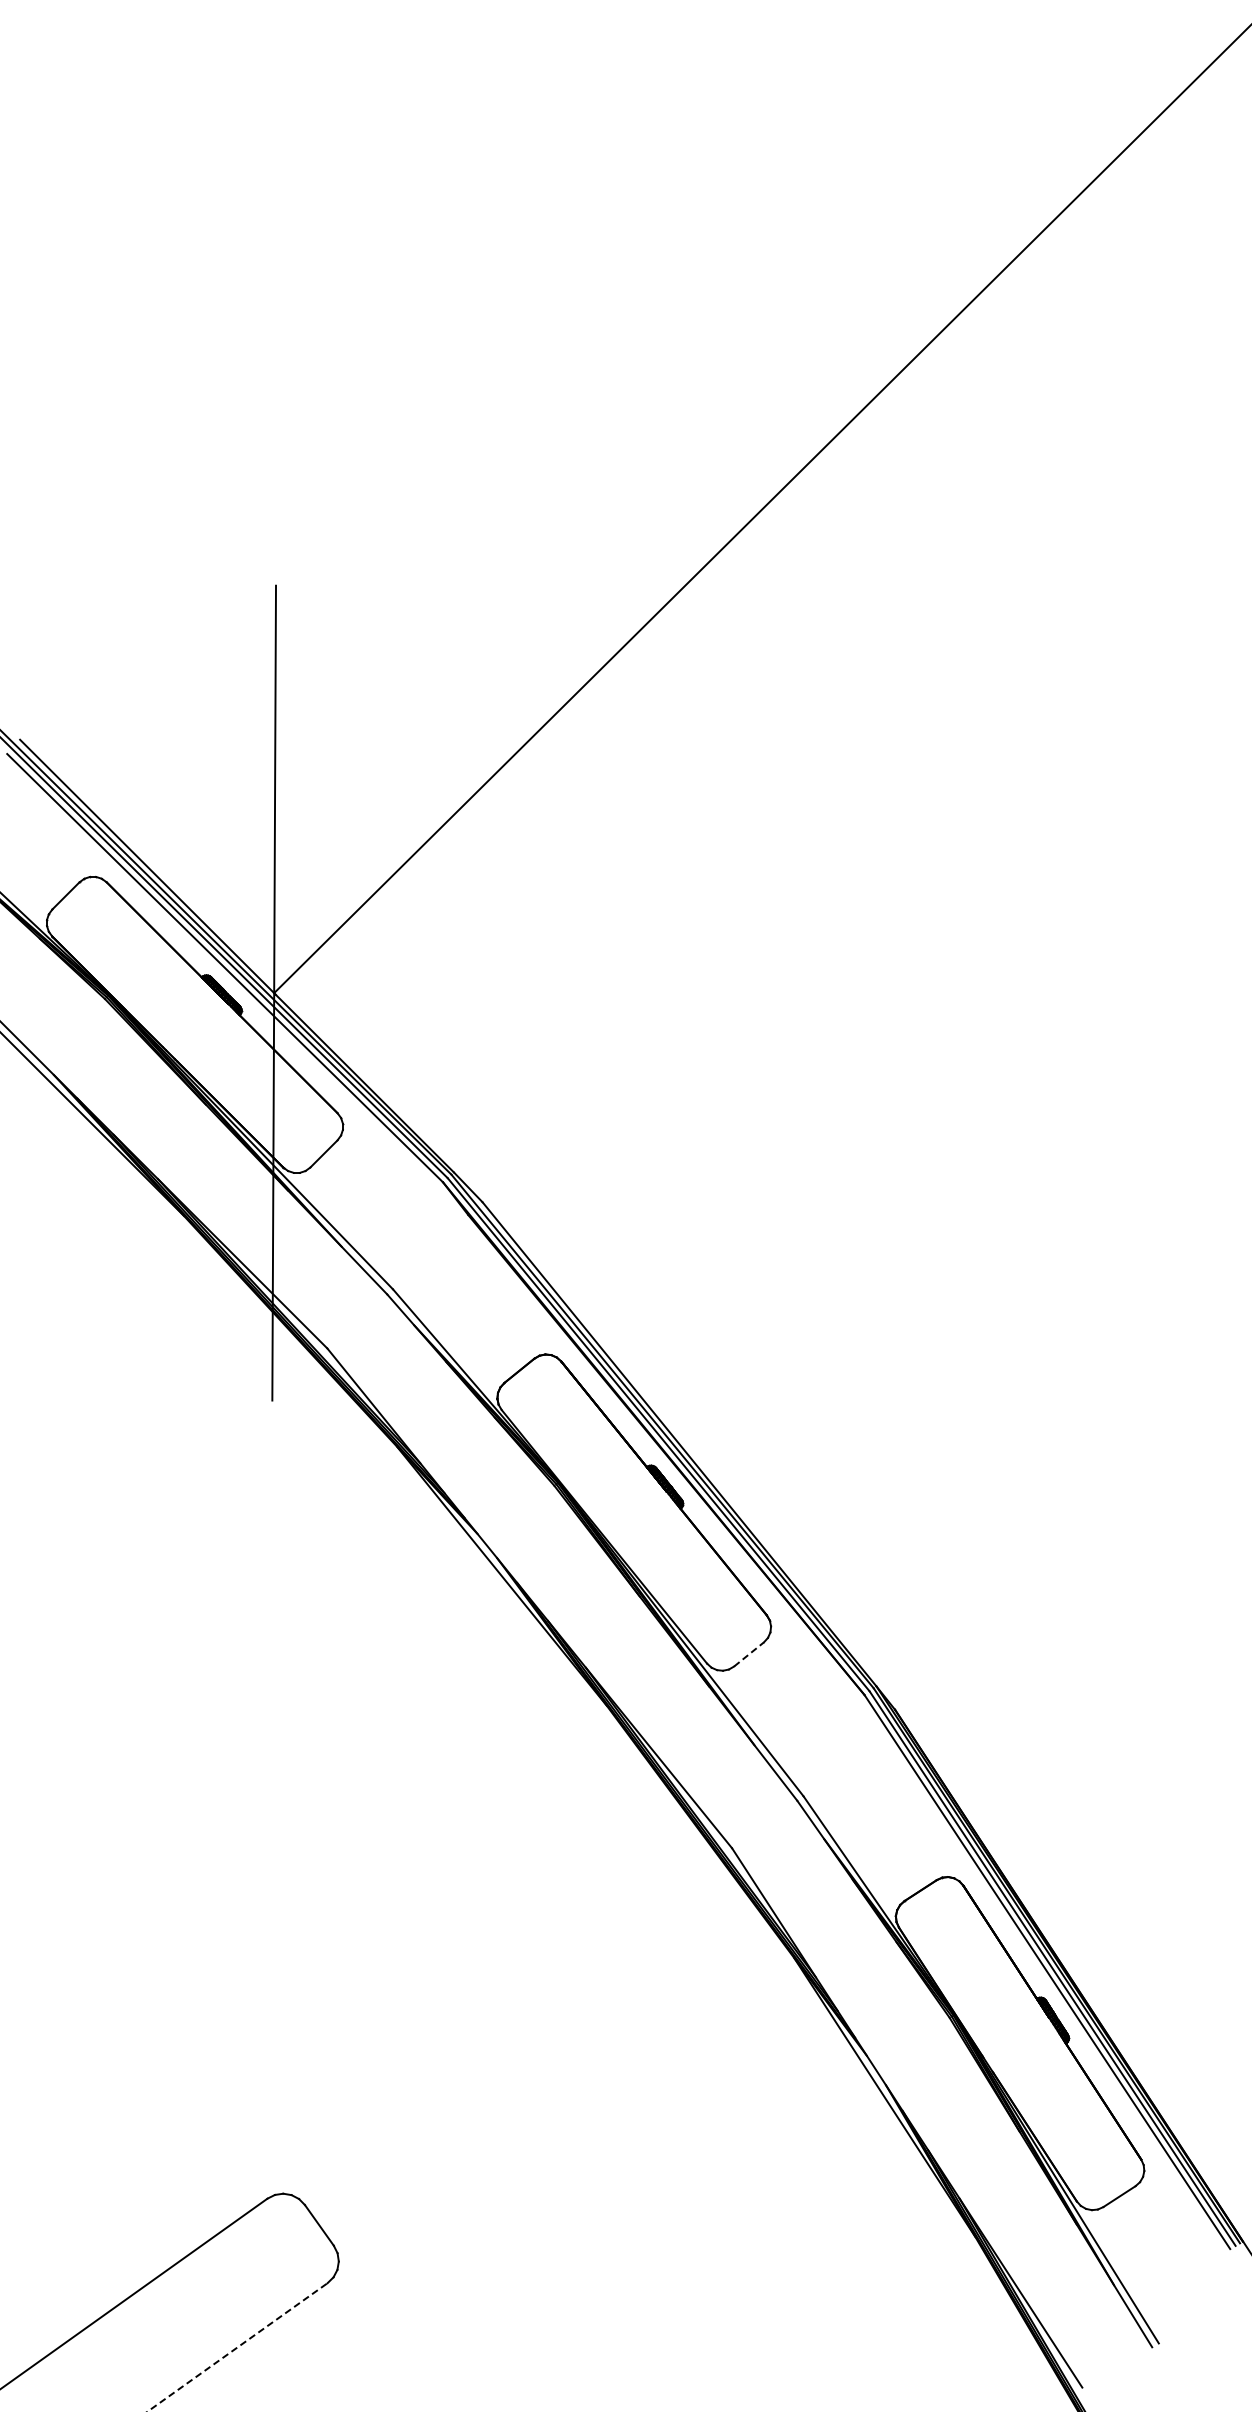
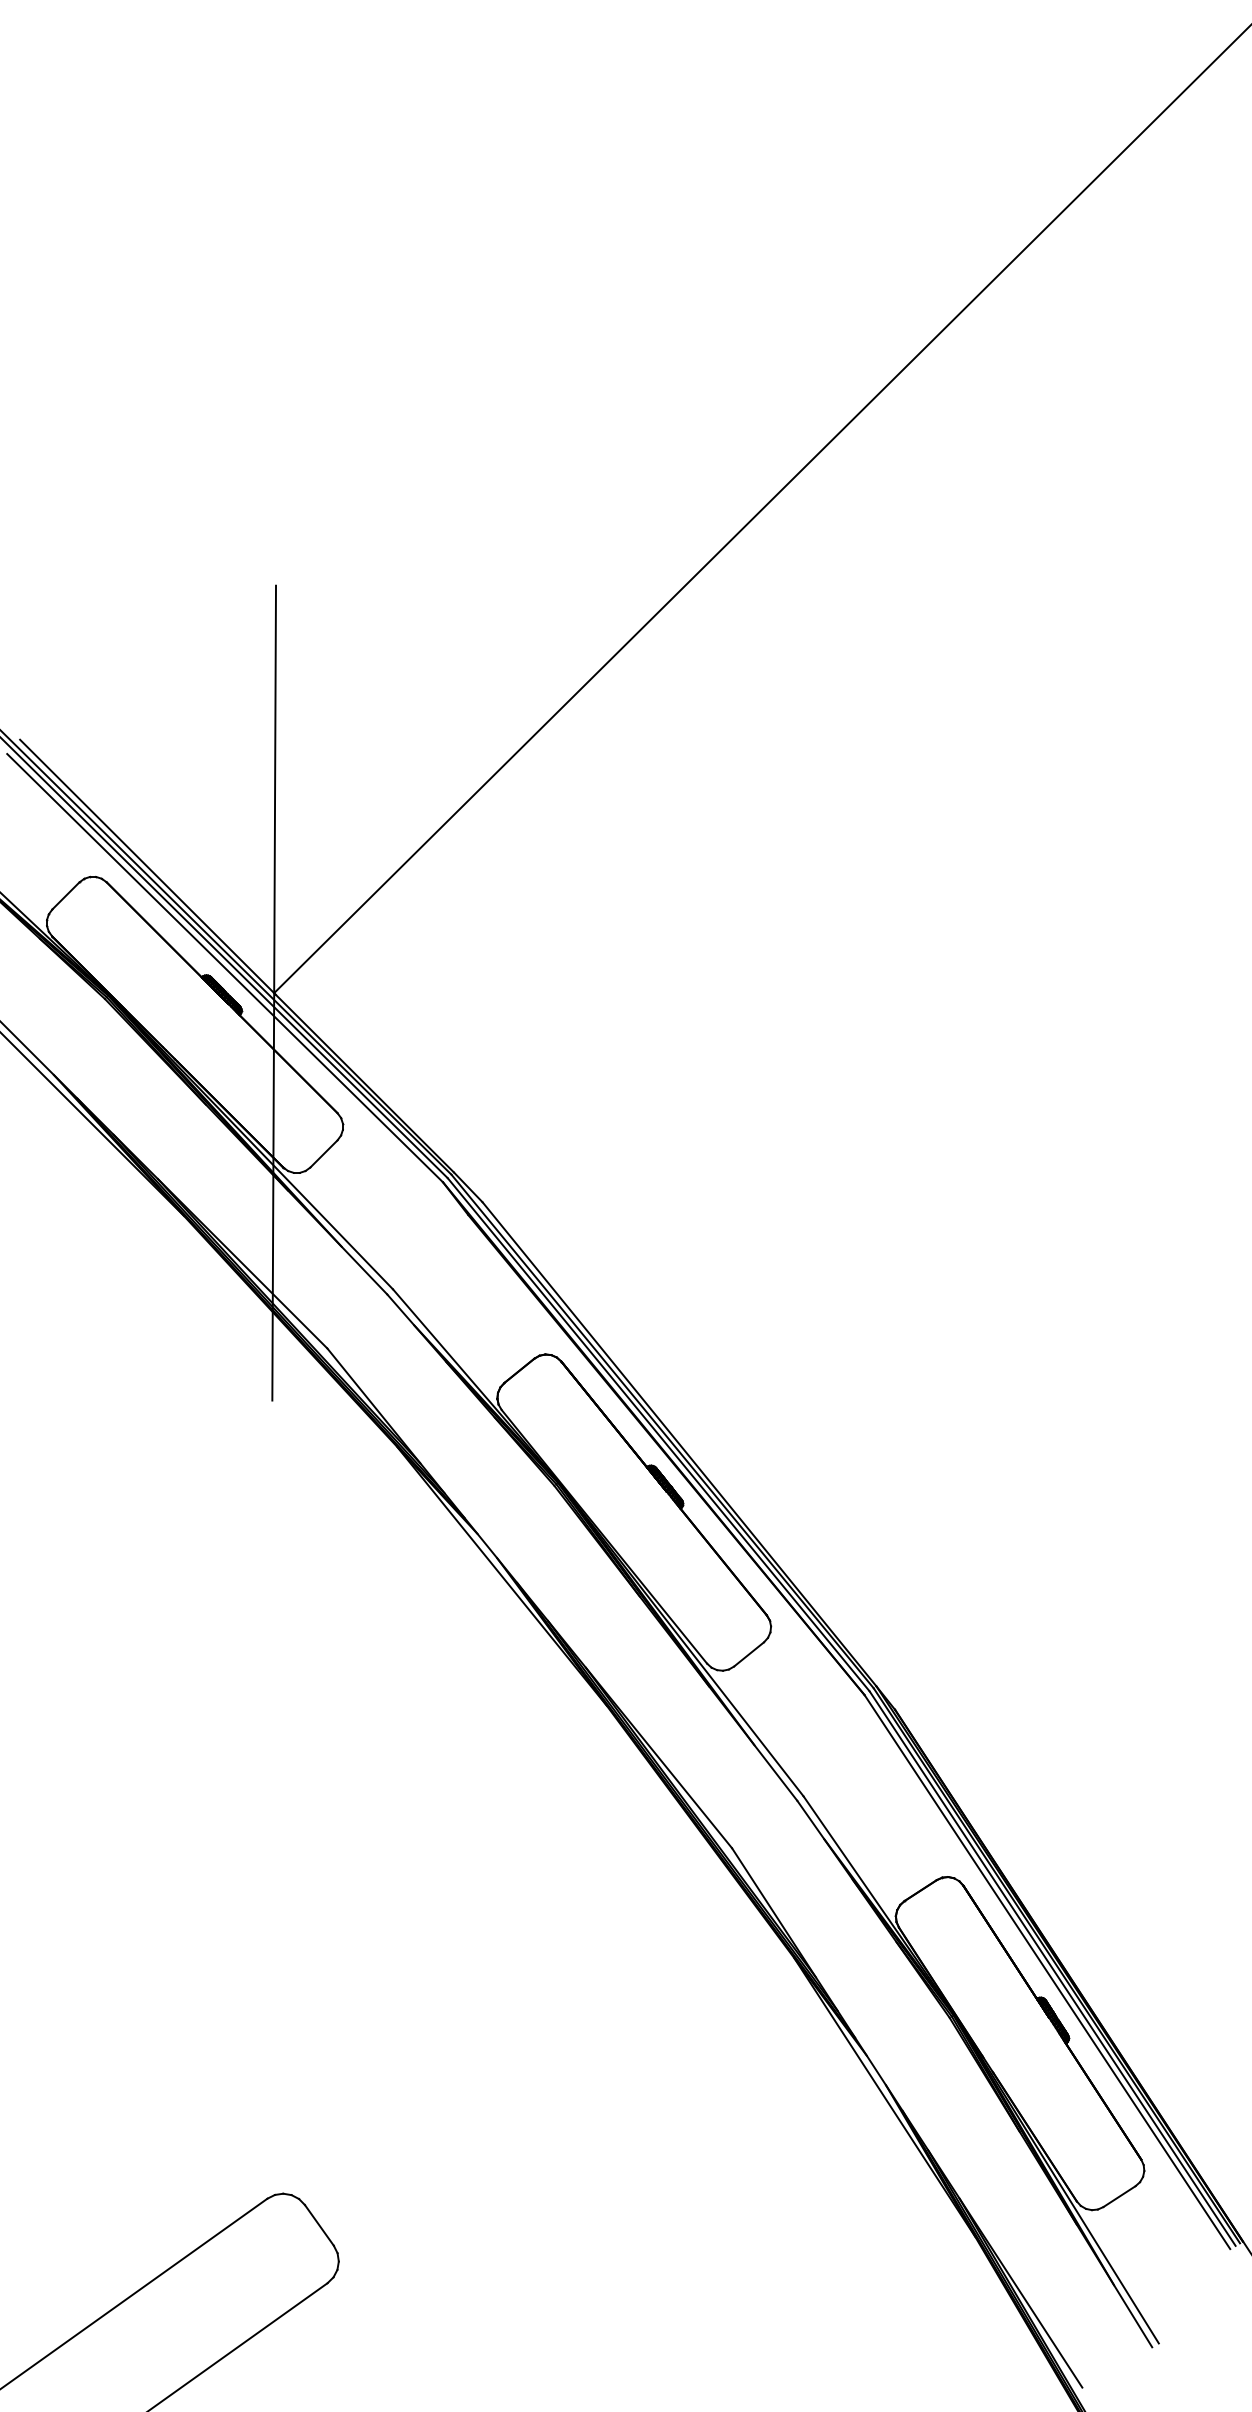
line at (749, 1654): dashed -> solid
line at (238, 2347): dashed -> solid
